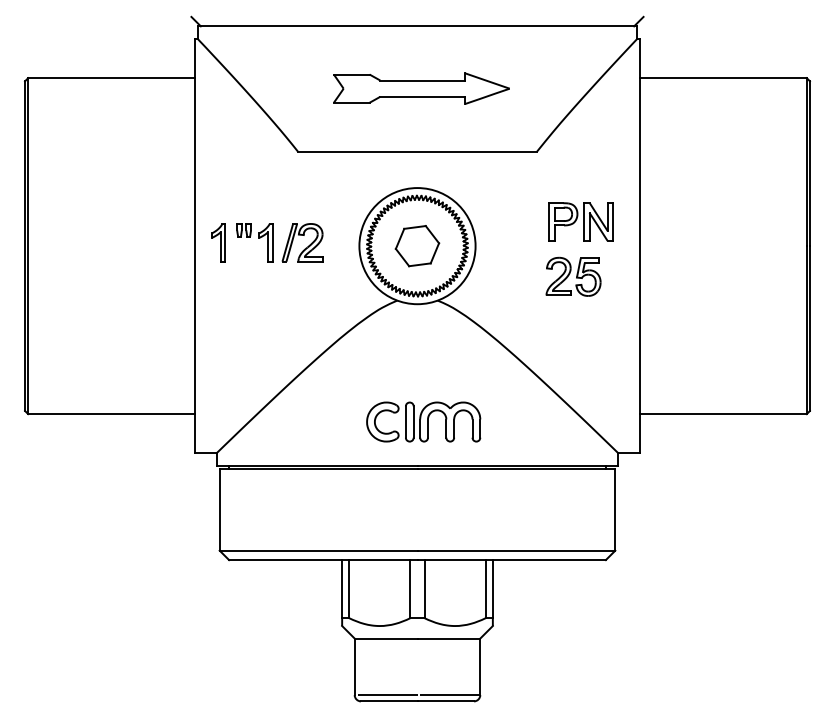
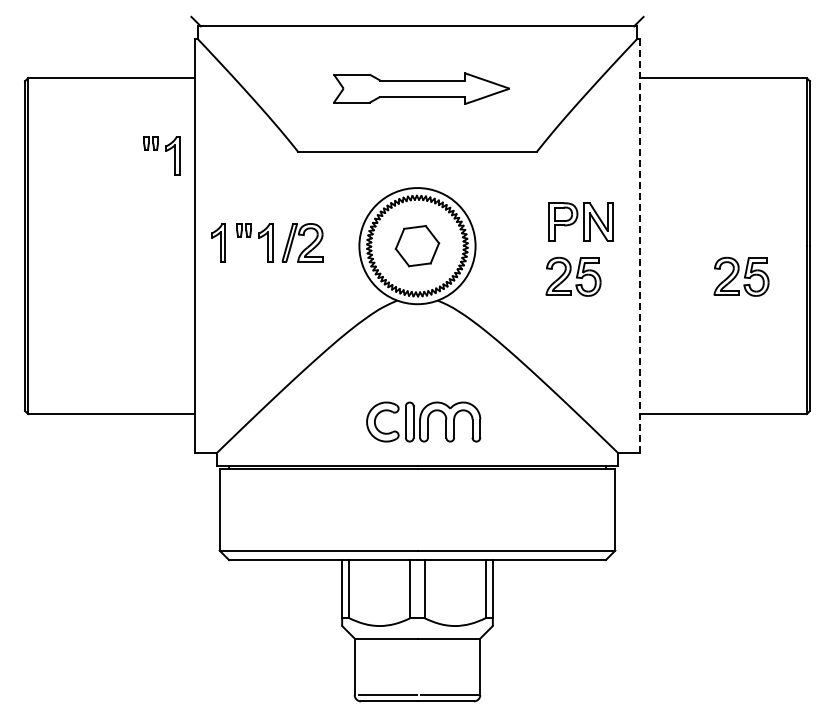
part at (161, 155): none -> present
line at (640, 246): solid -> dashed
part at (741, 276): none -> present
